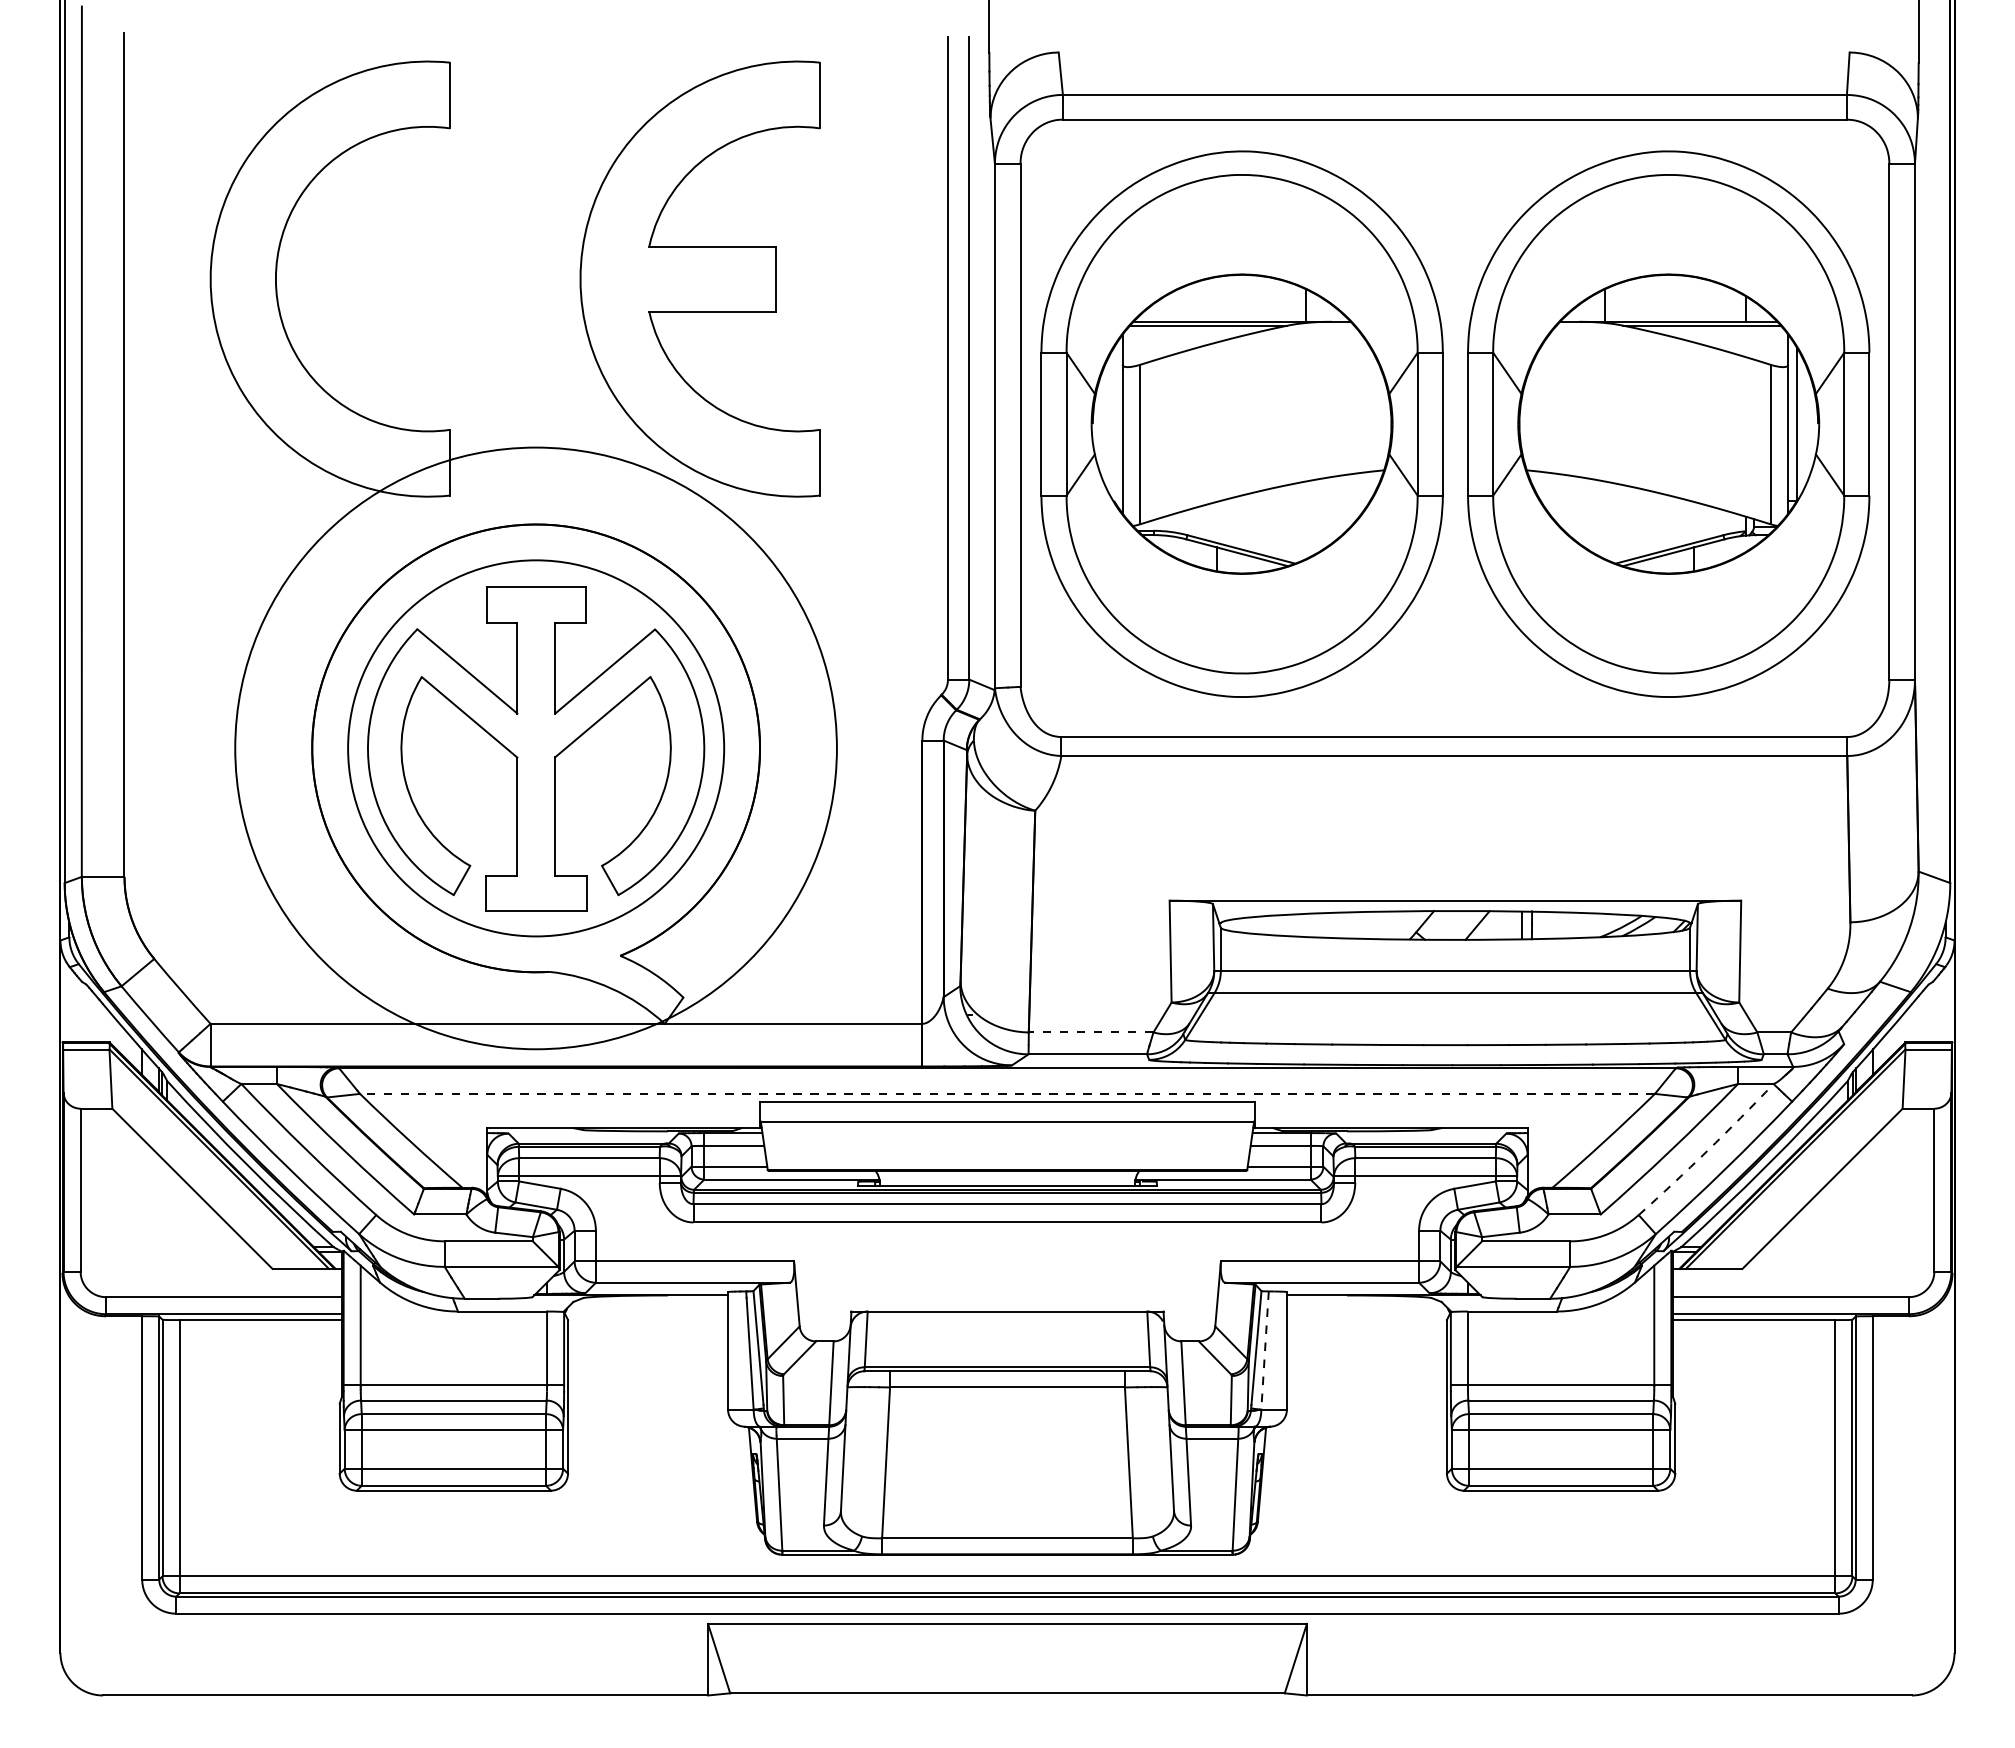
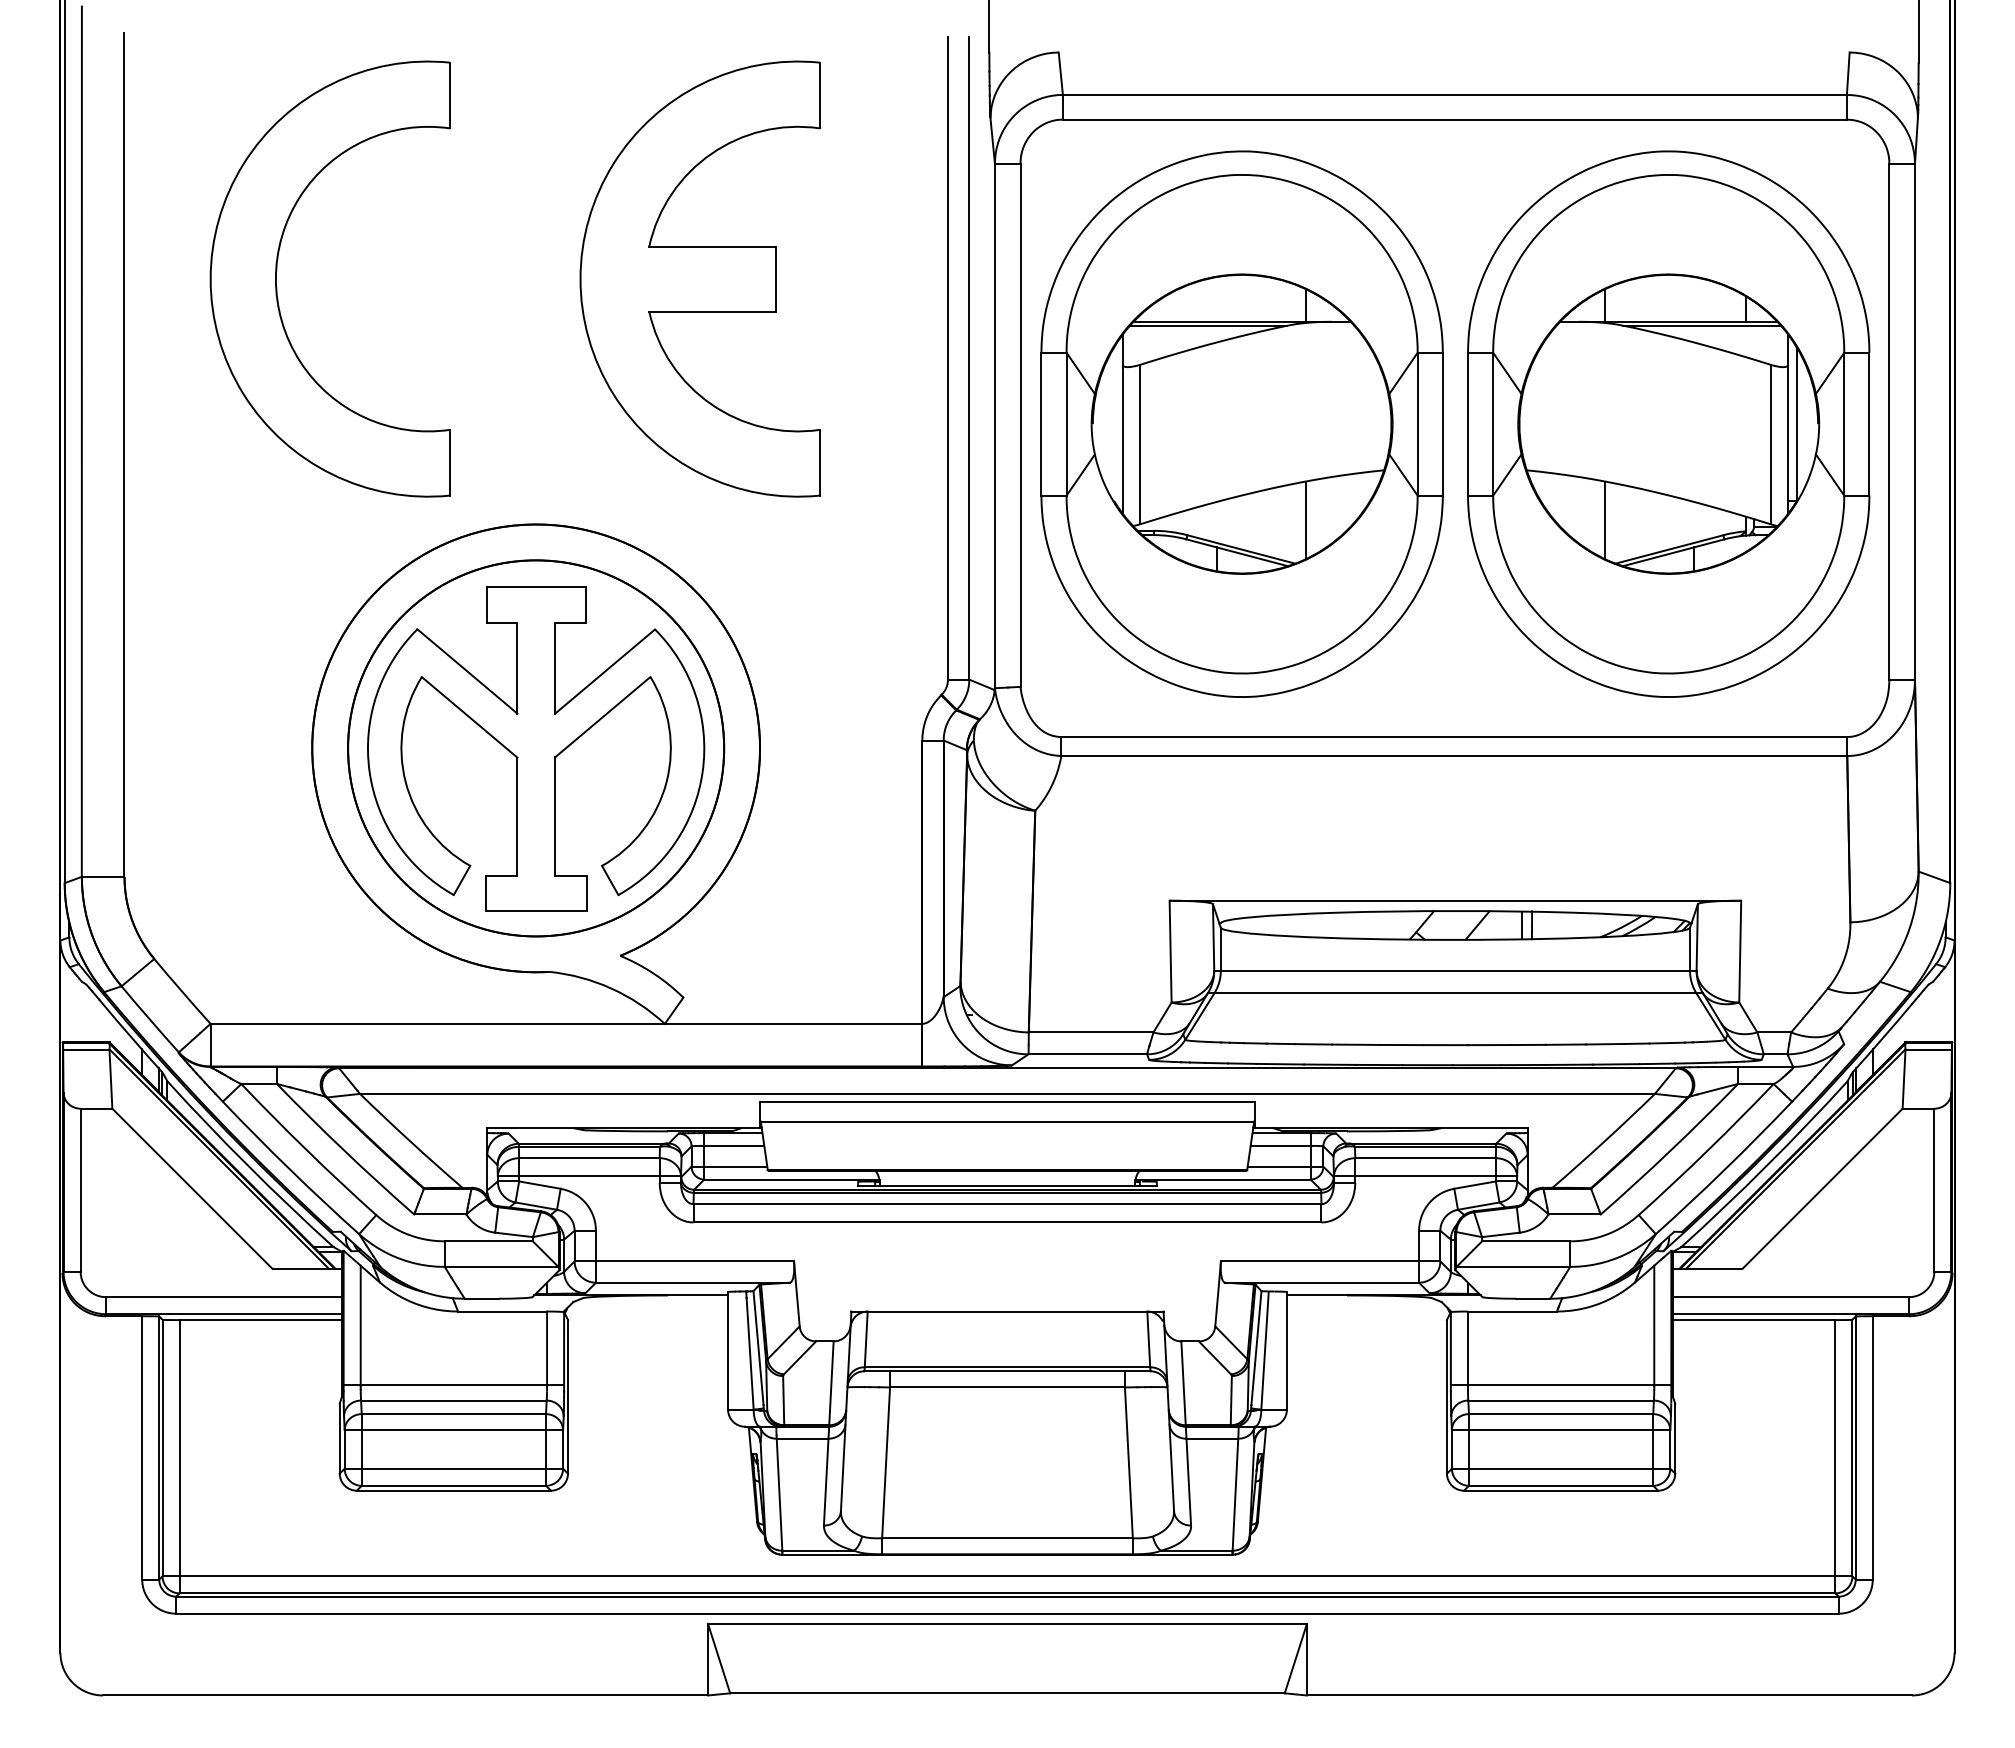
line at (1306, 520): none -> present
line at (1604, 520): none -> present
circle at (535, 748) diameter: 602 px -> 376 px
line at (1090, 1032): dashed -> solid
line at (1007, 1093): dashed -> solid
arc at (1707, 1150): dashed -> solid
line at (1265, 1350): dashed -> solid
